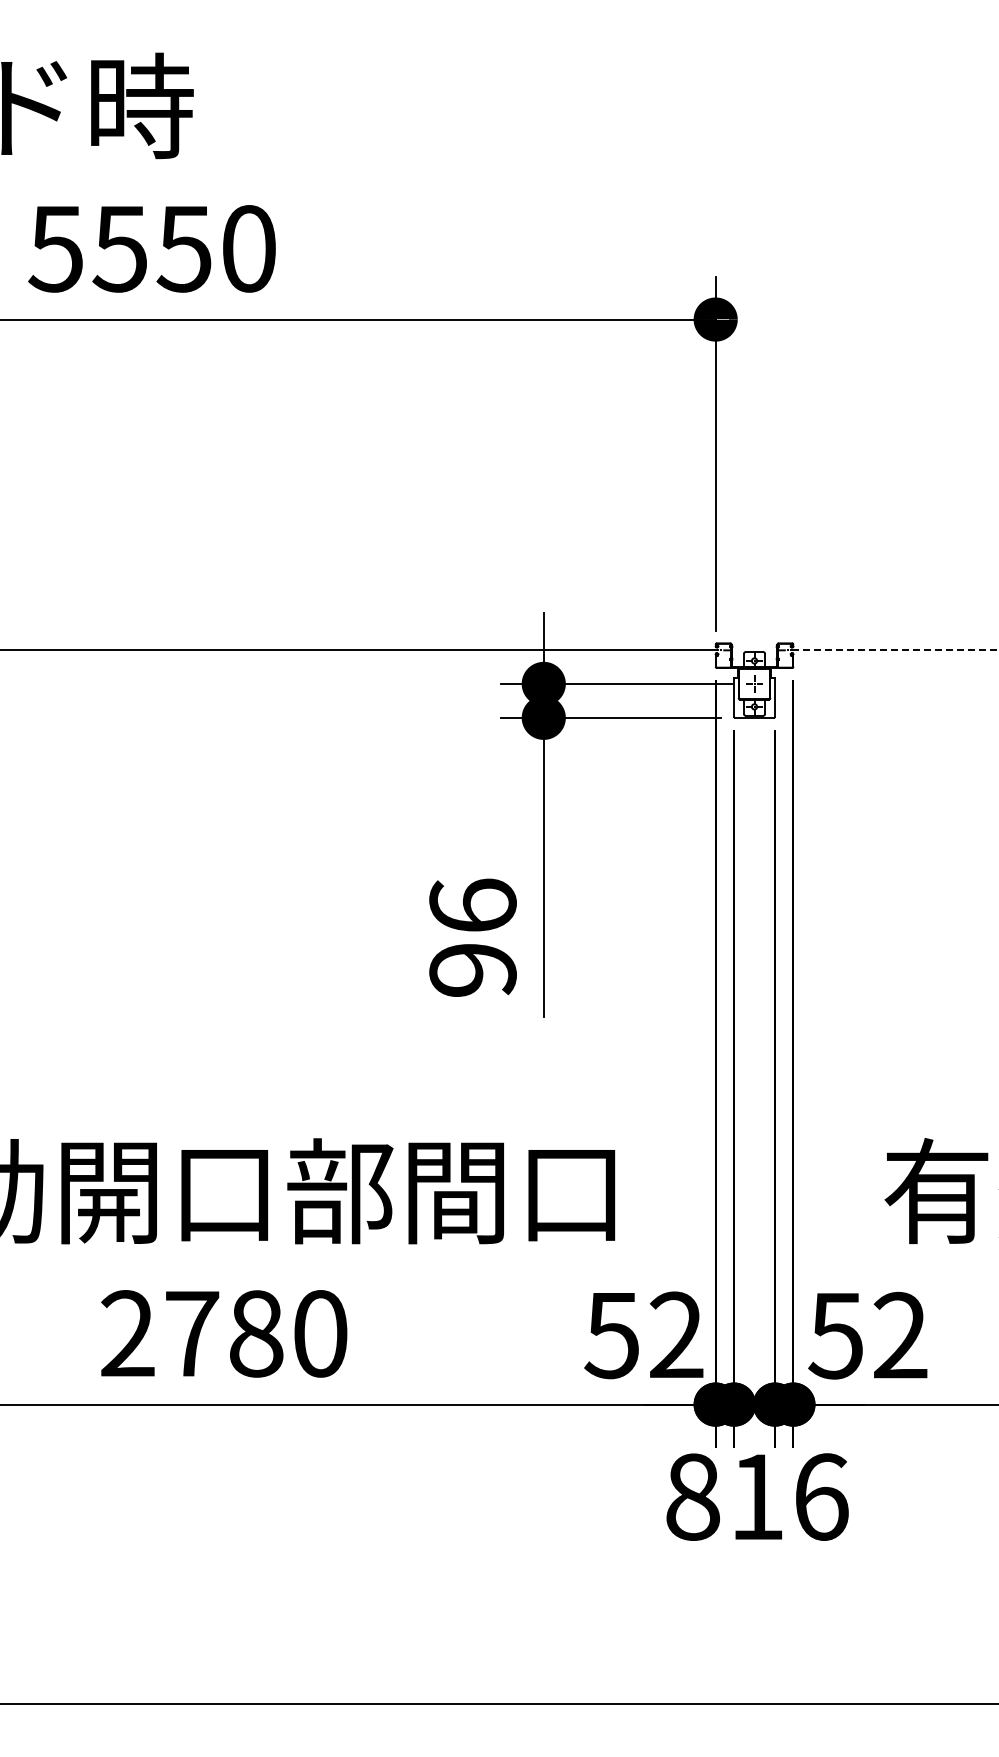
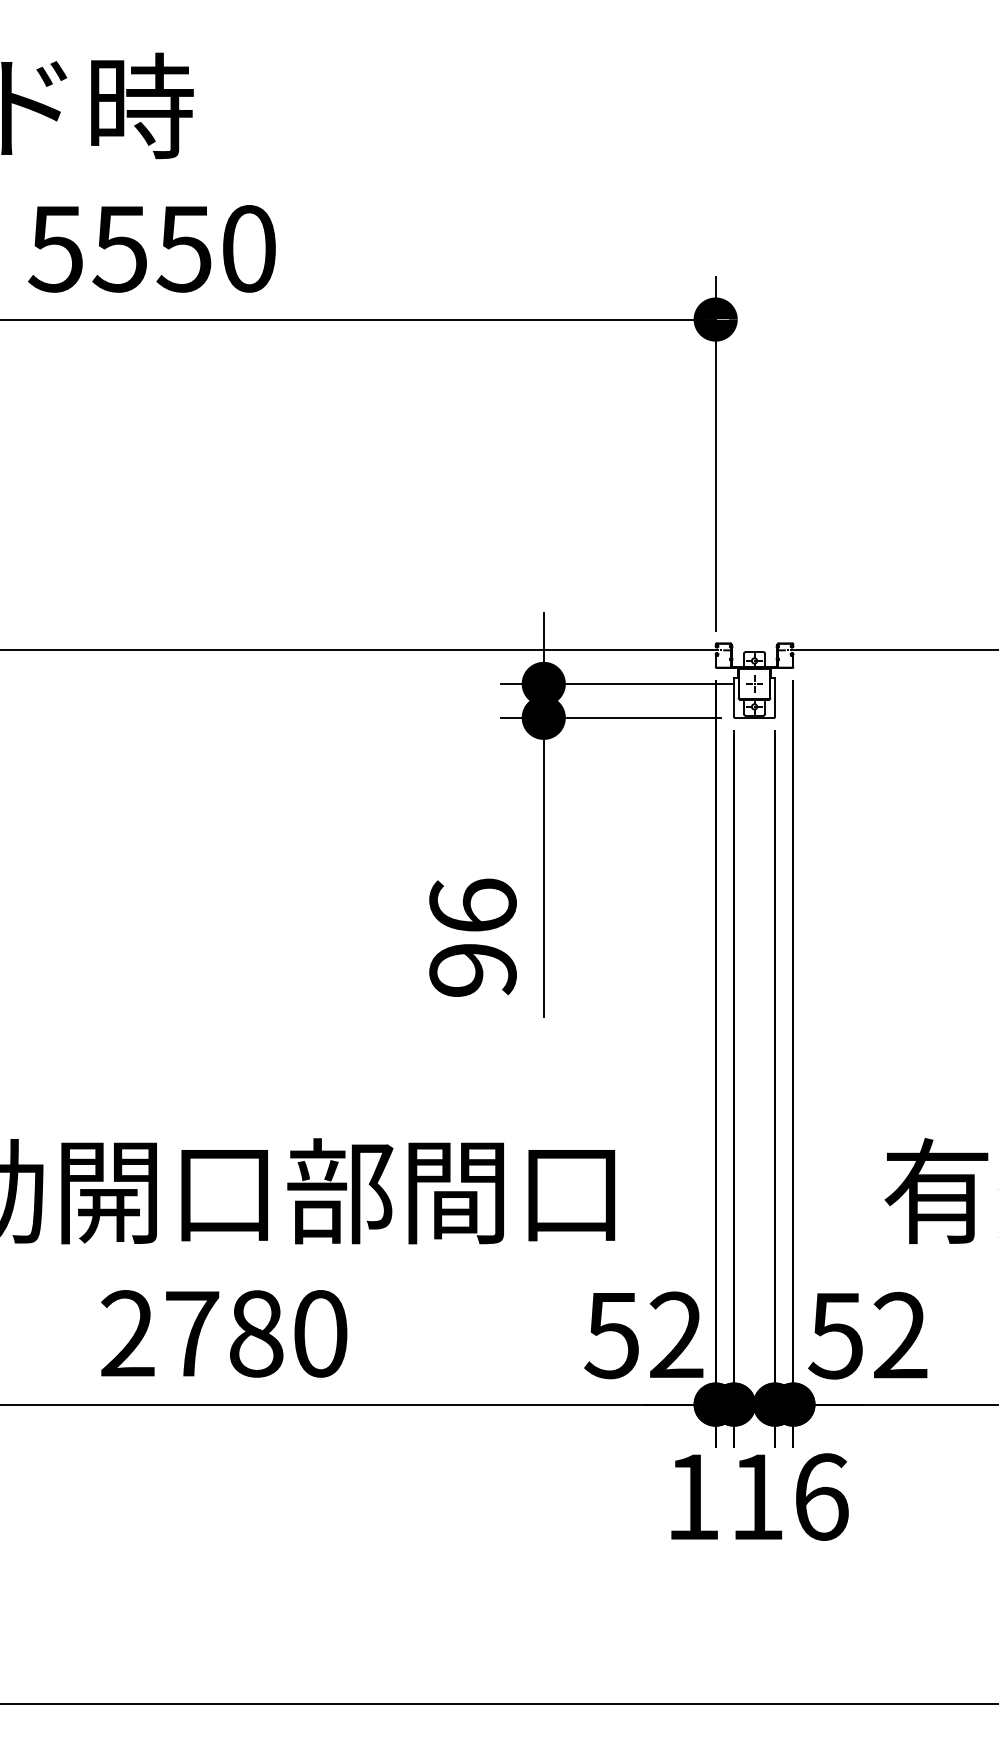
line at (895, 650): dashed -> solid
text at (692, 1496): 816 -> 116
